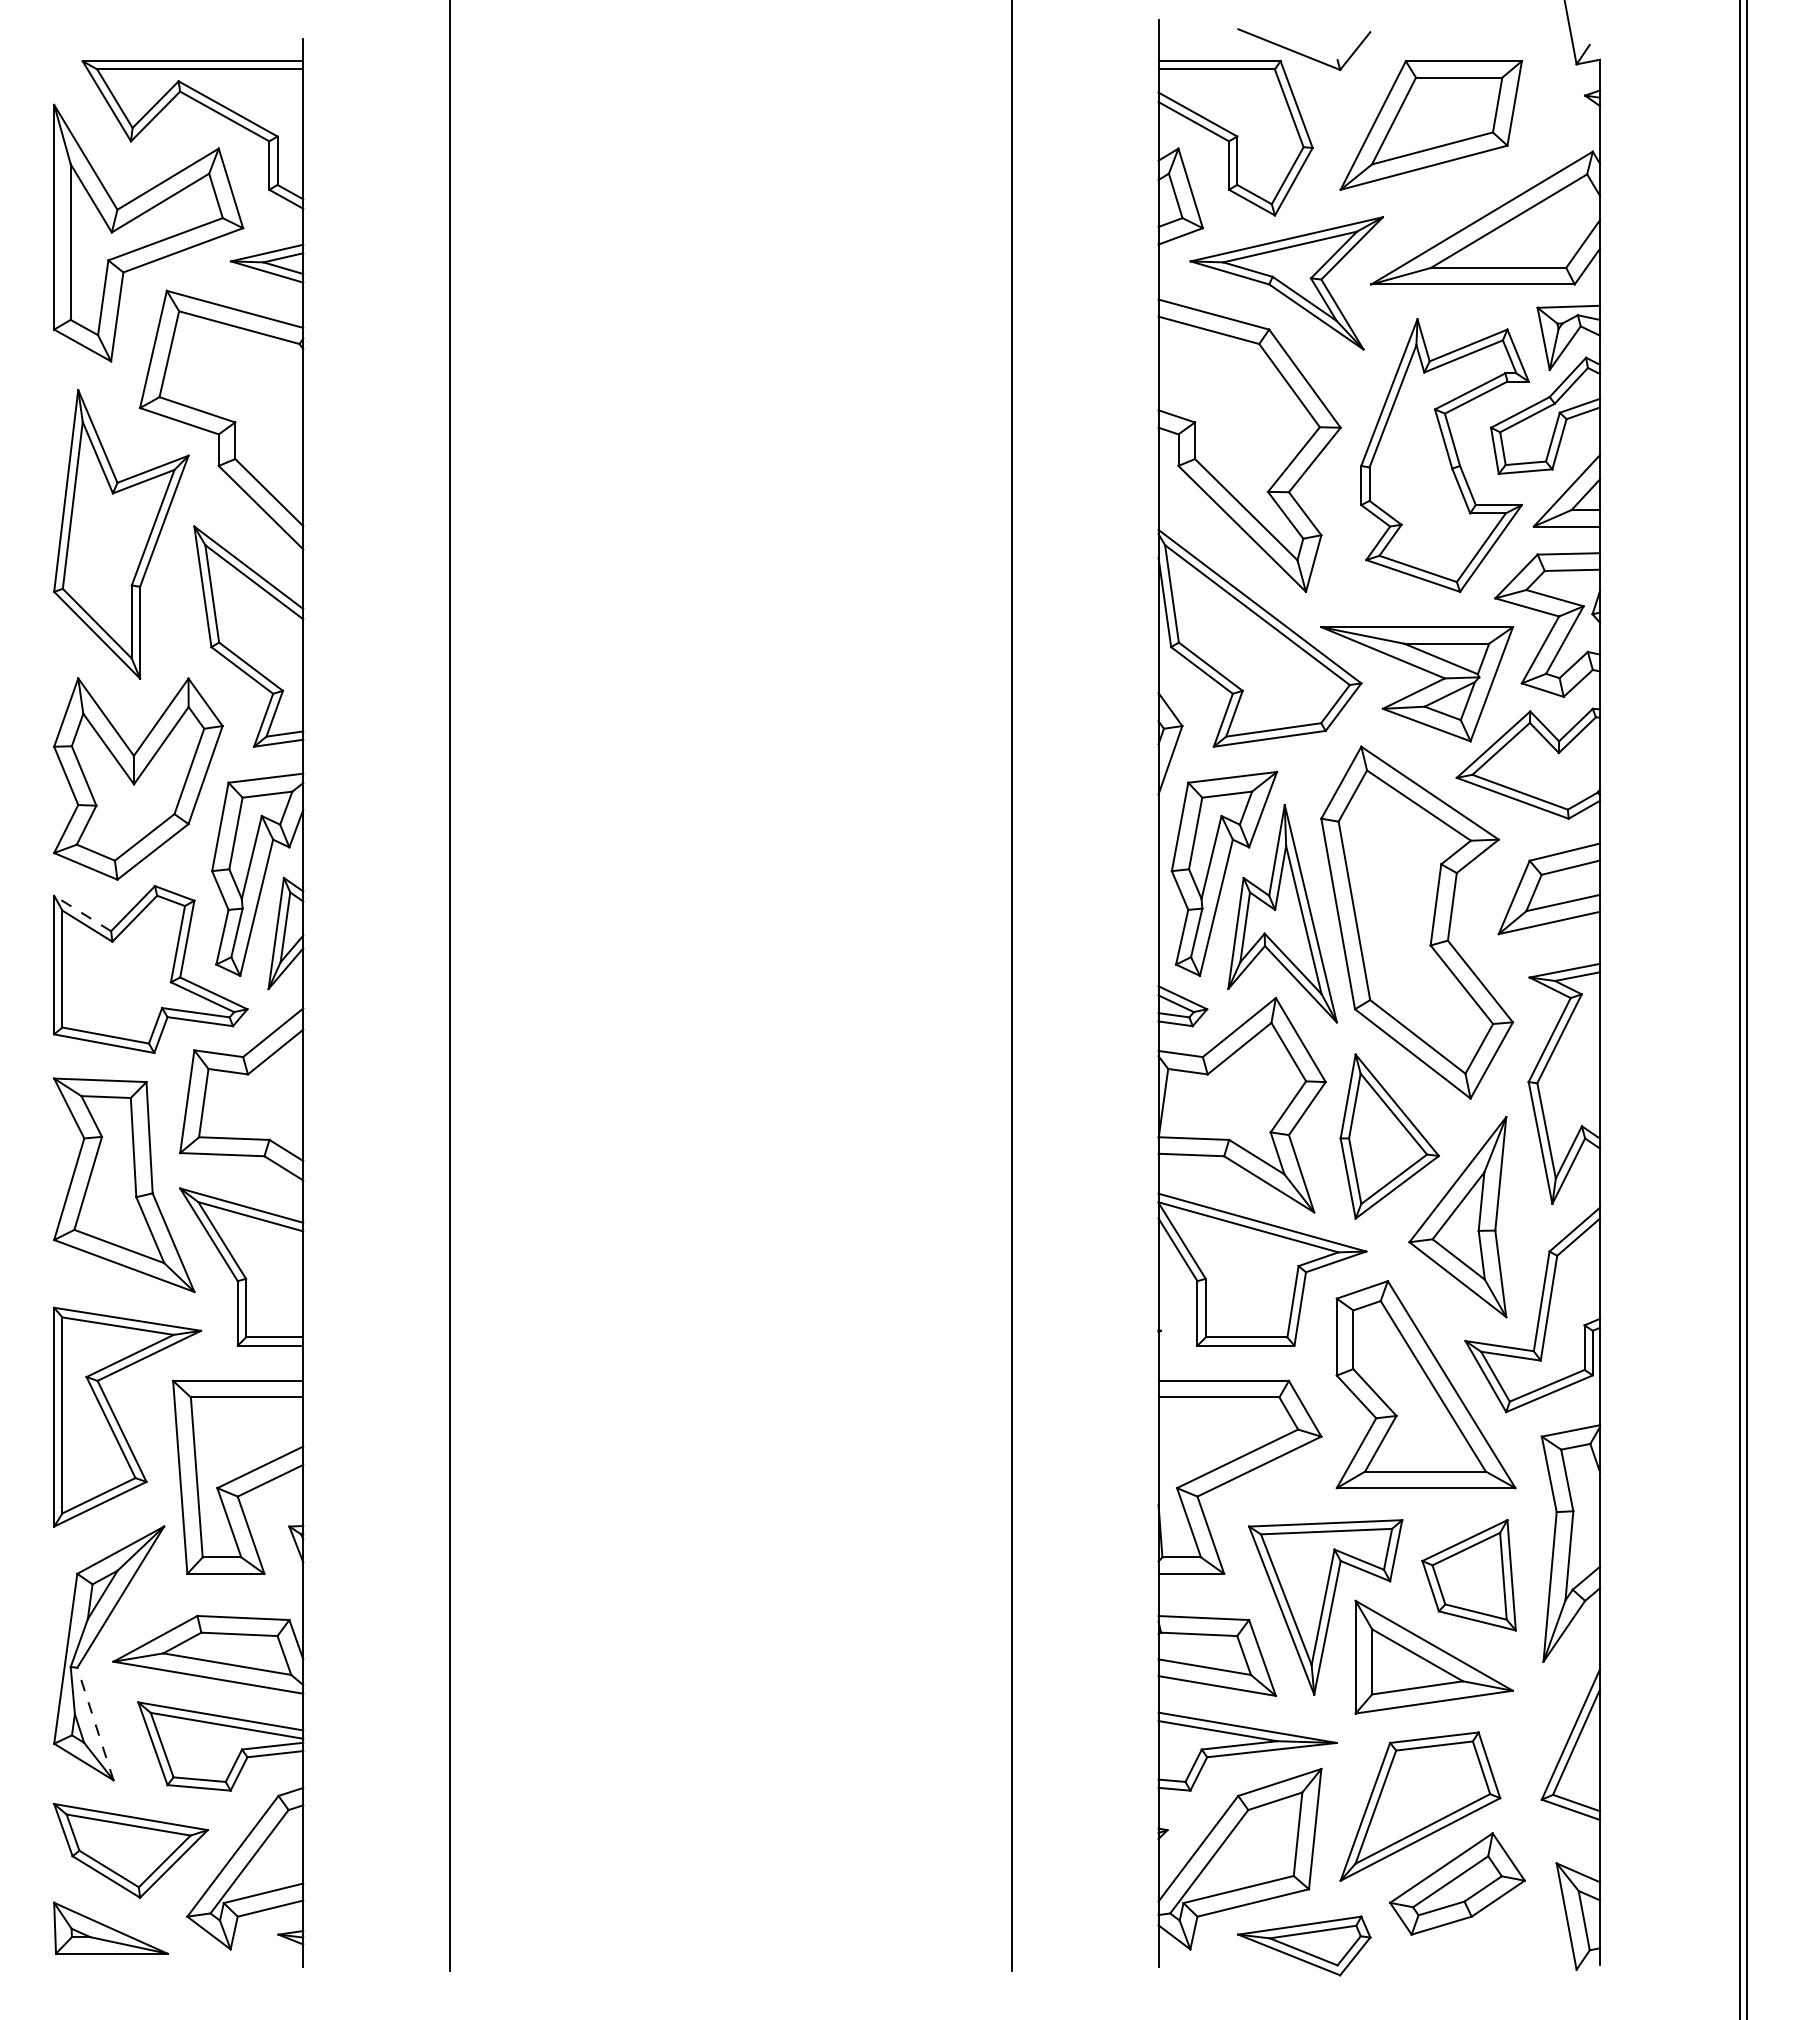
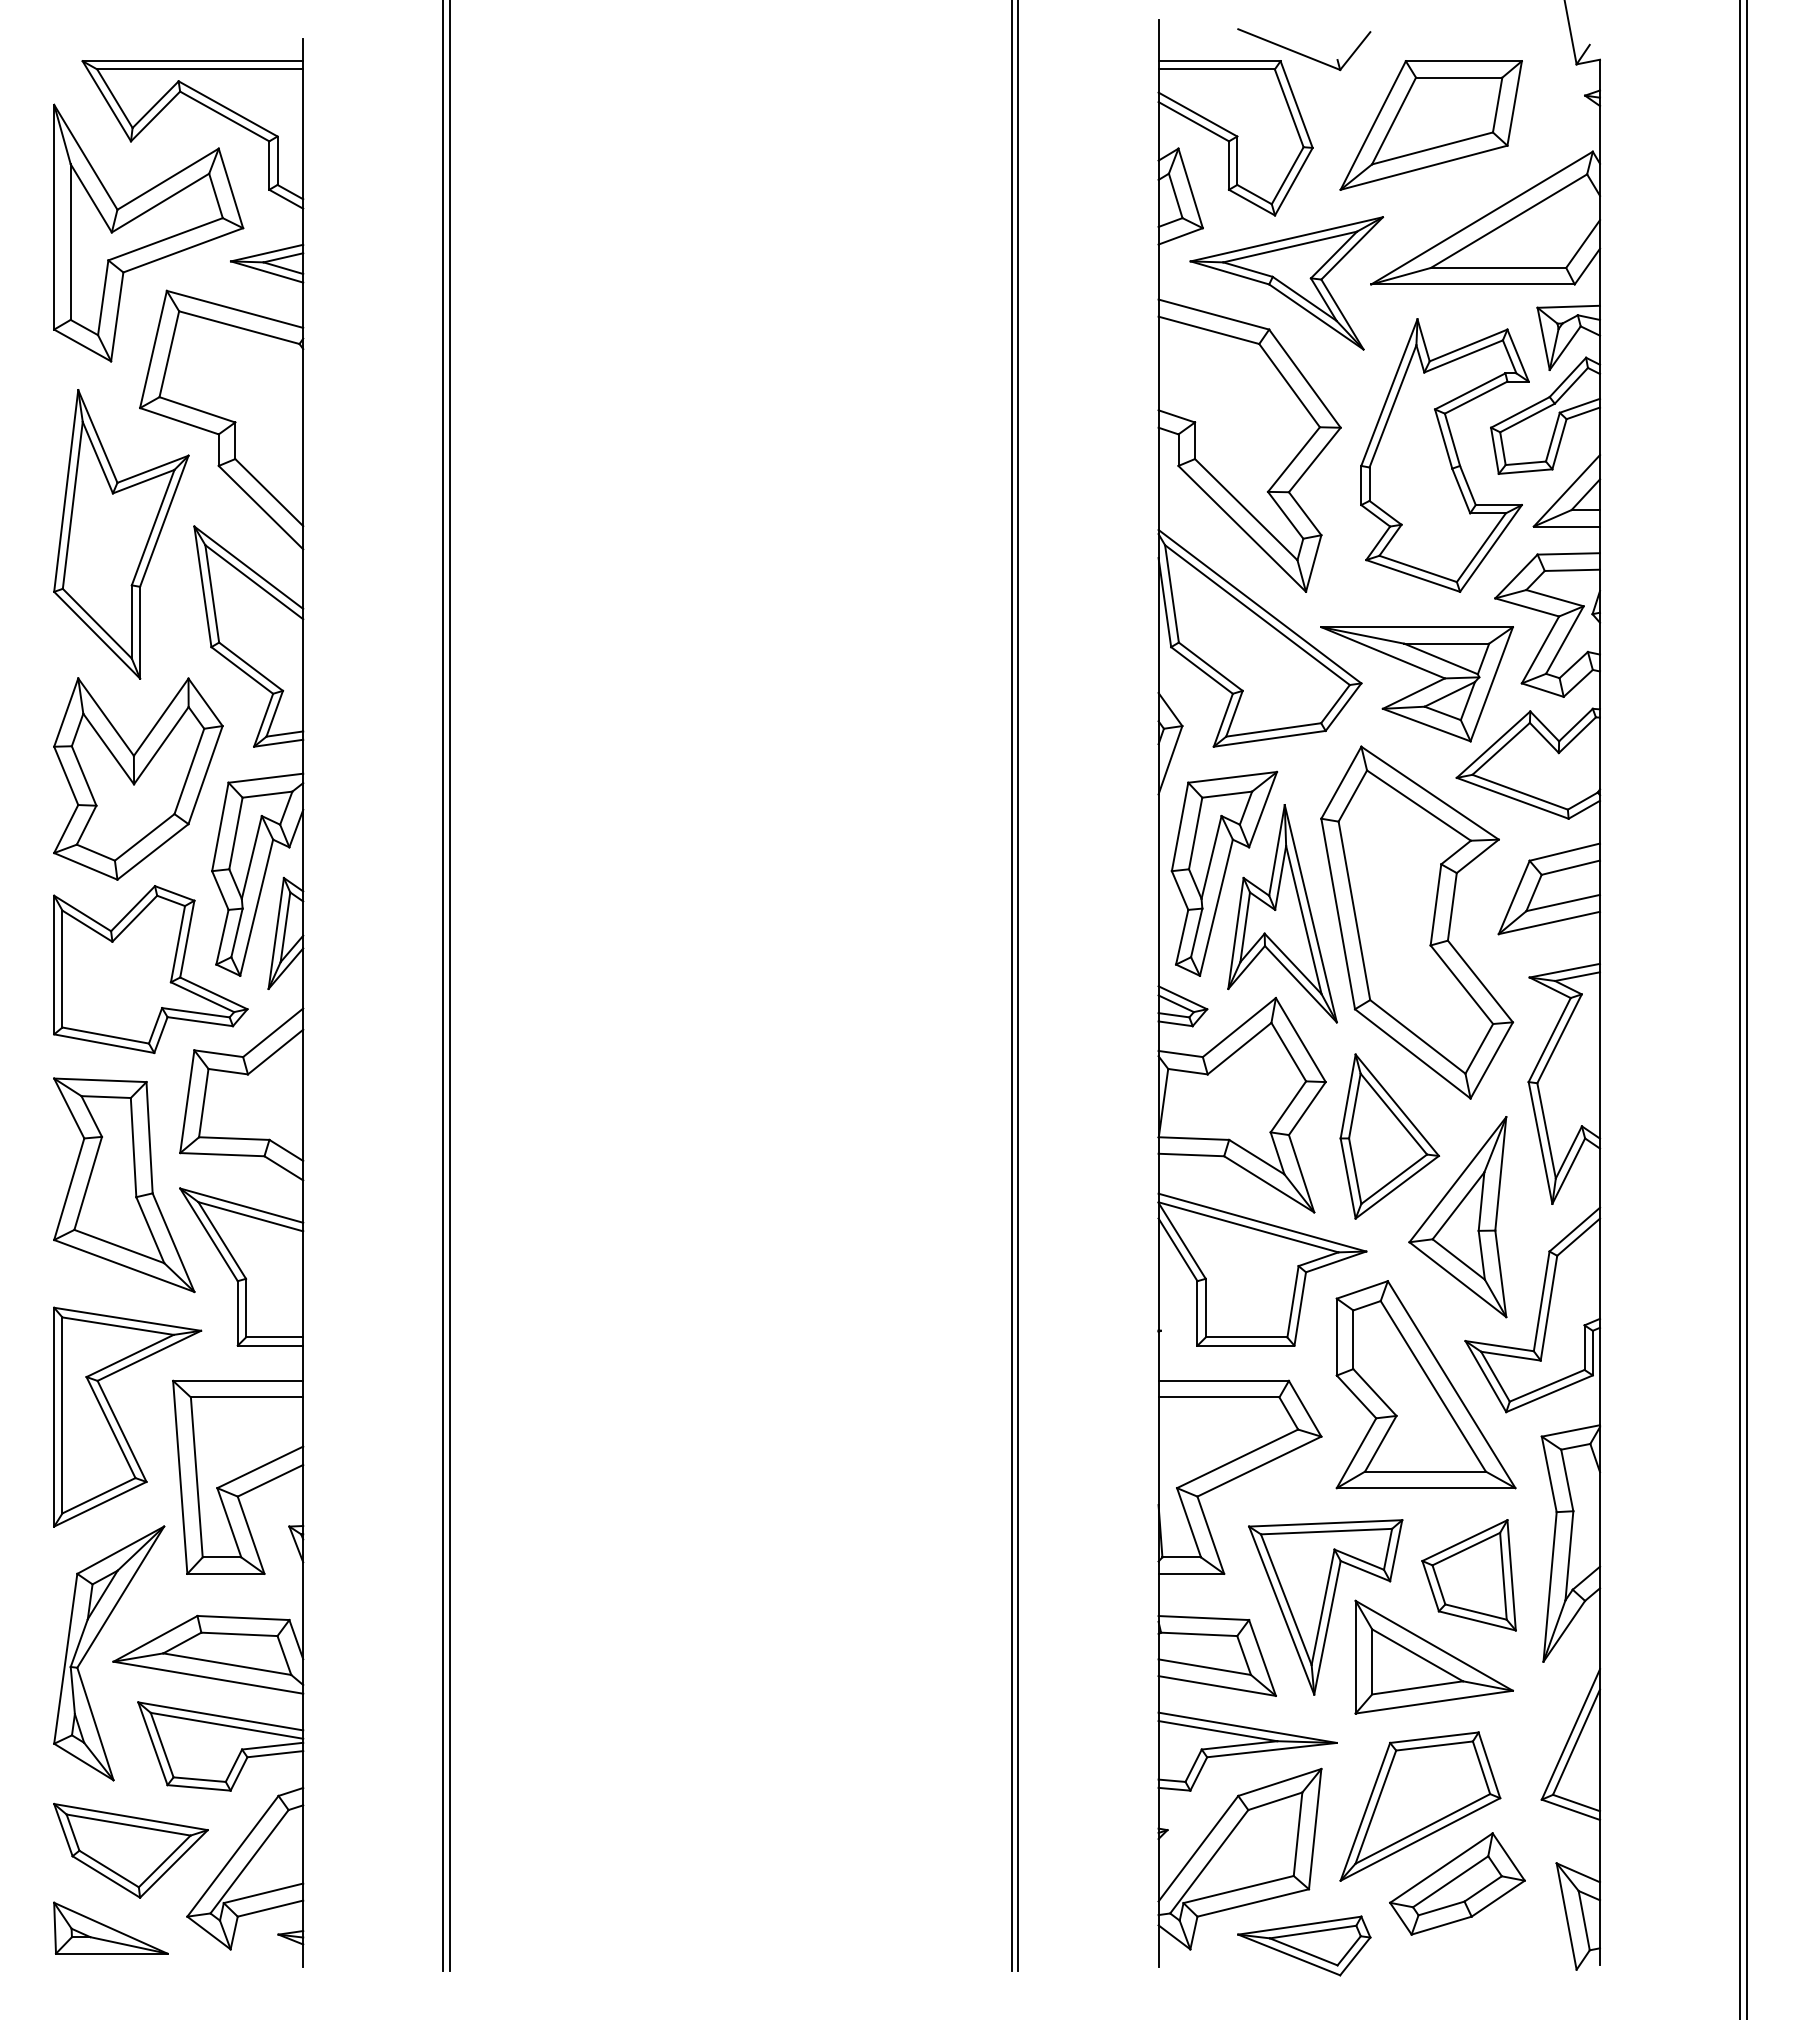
line at (82, 913): dashed -> solid
line at (443, 986): none -> present
line at (1018, 986): none -> present
line at (95, 1723): dashed -> solid
